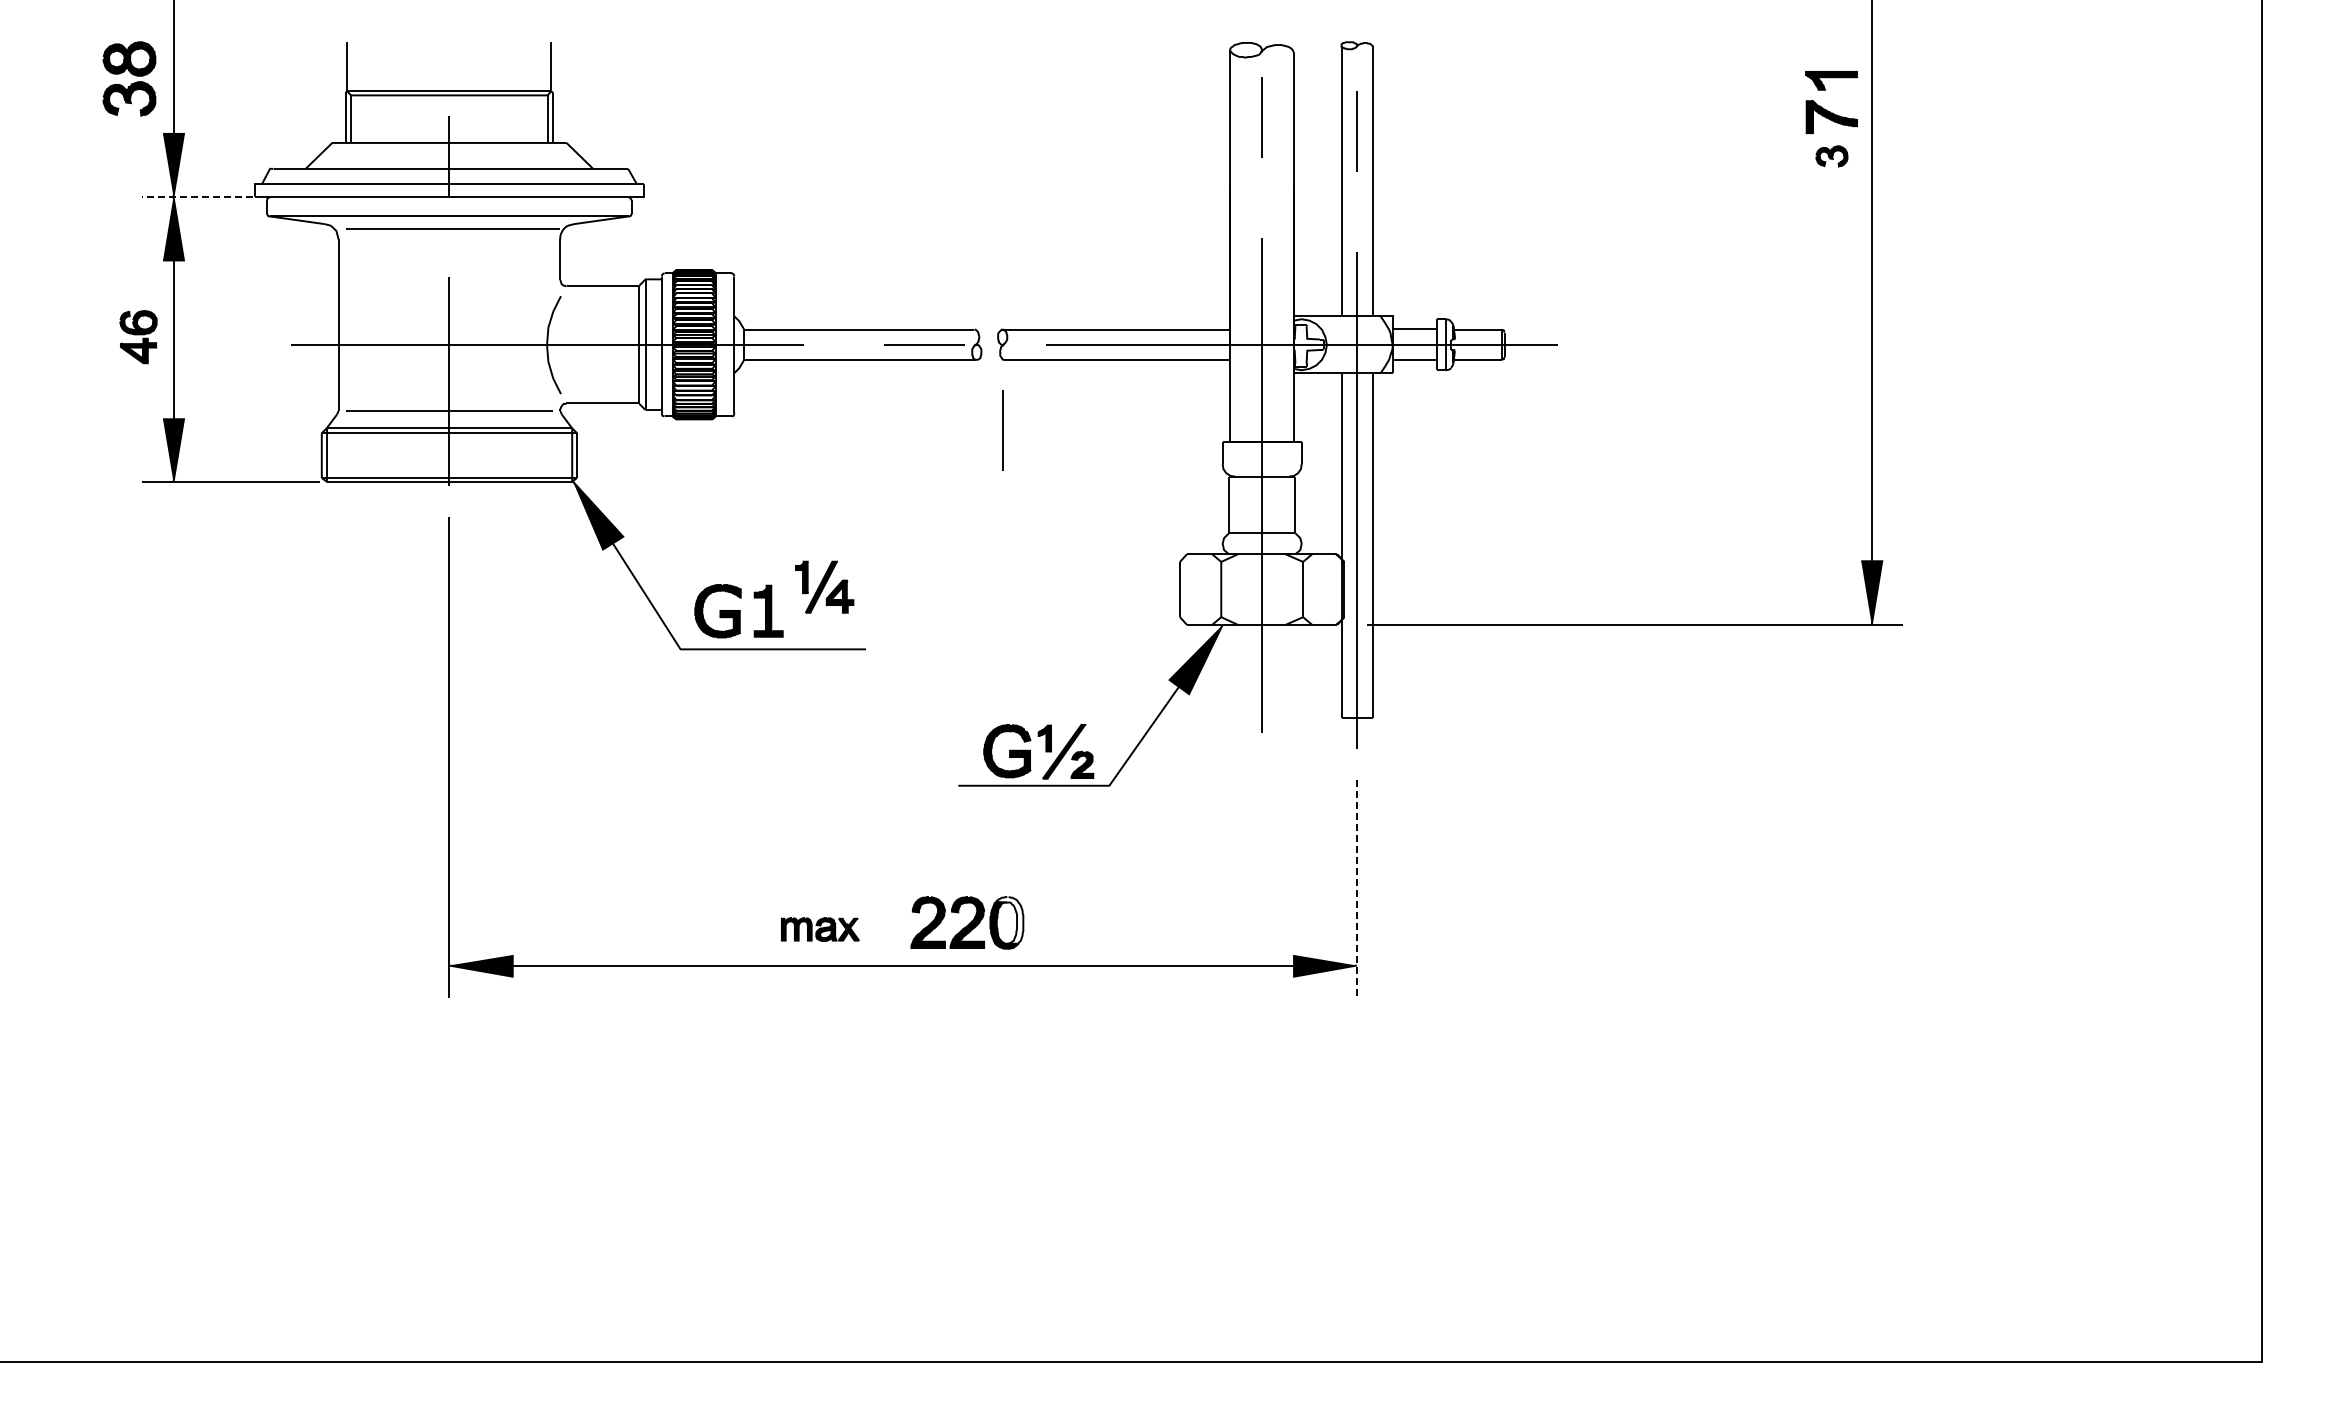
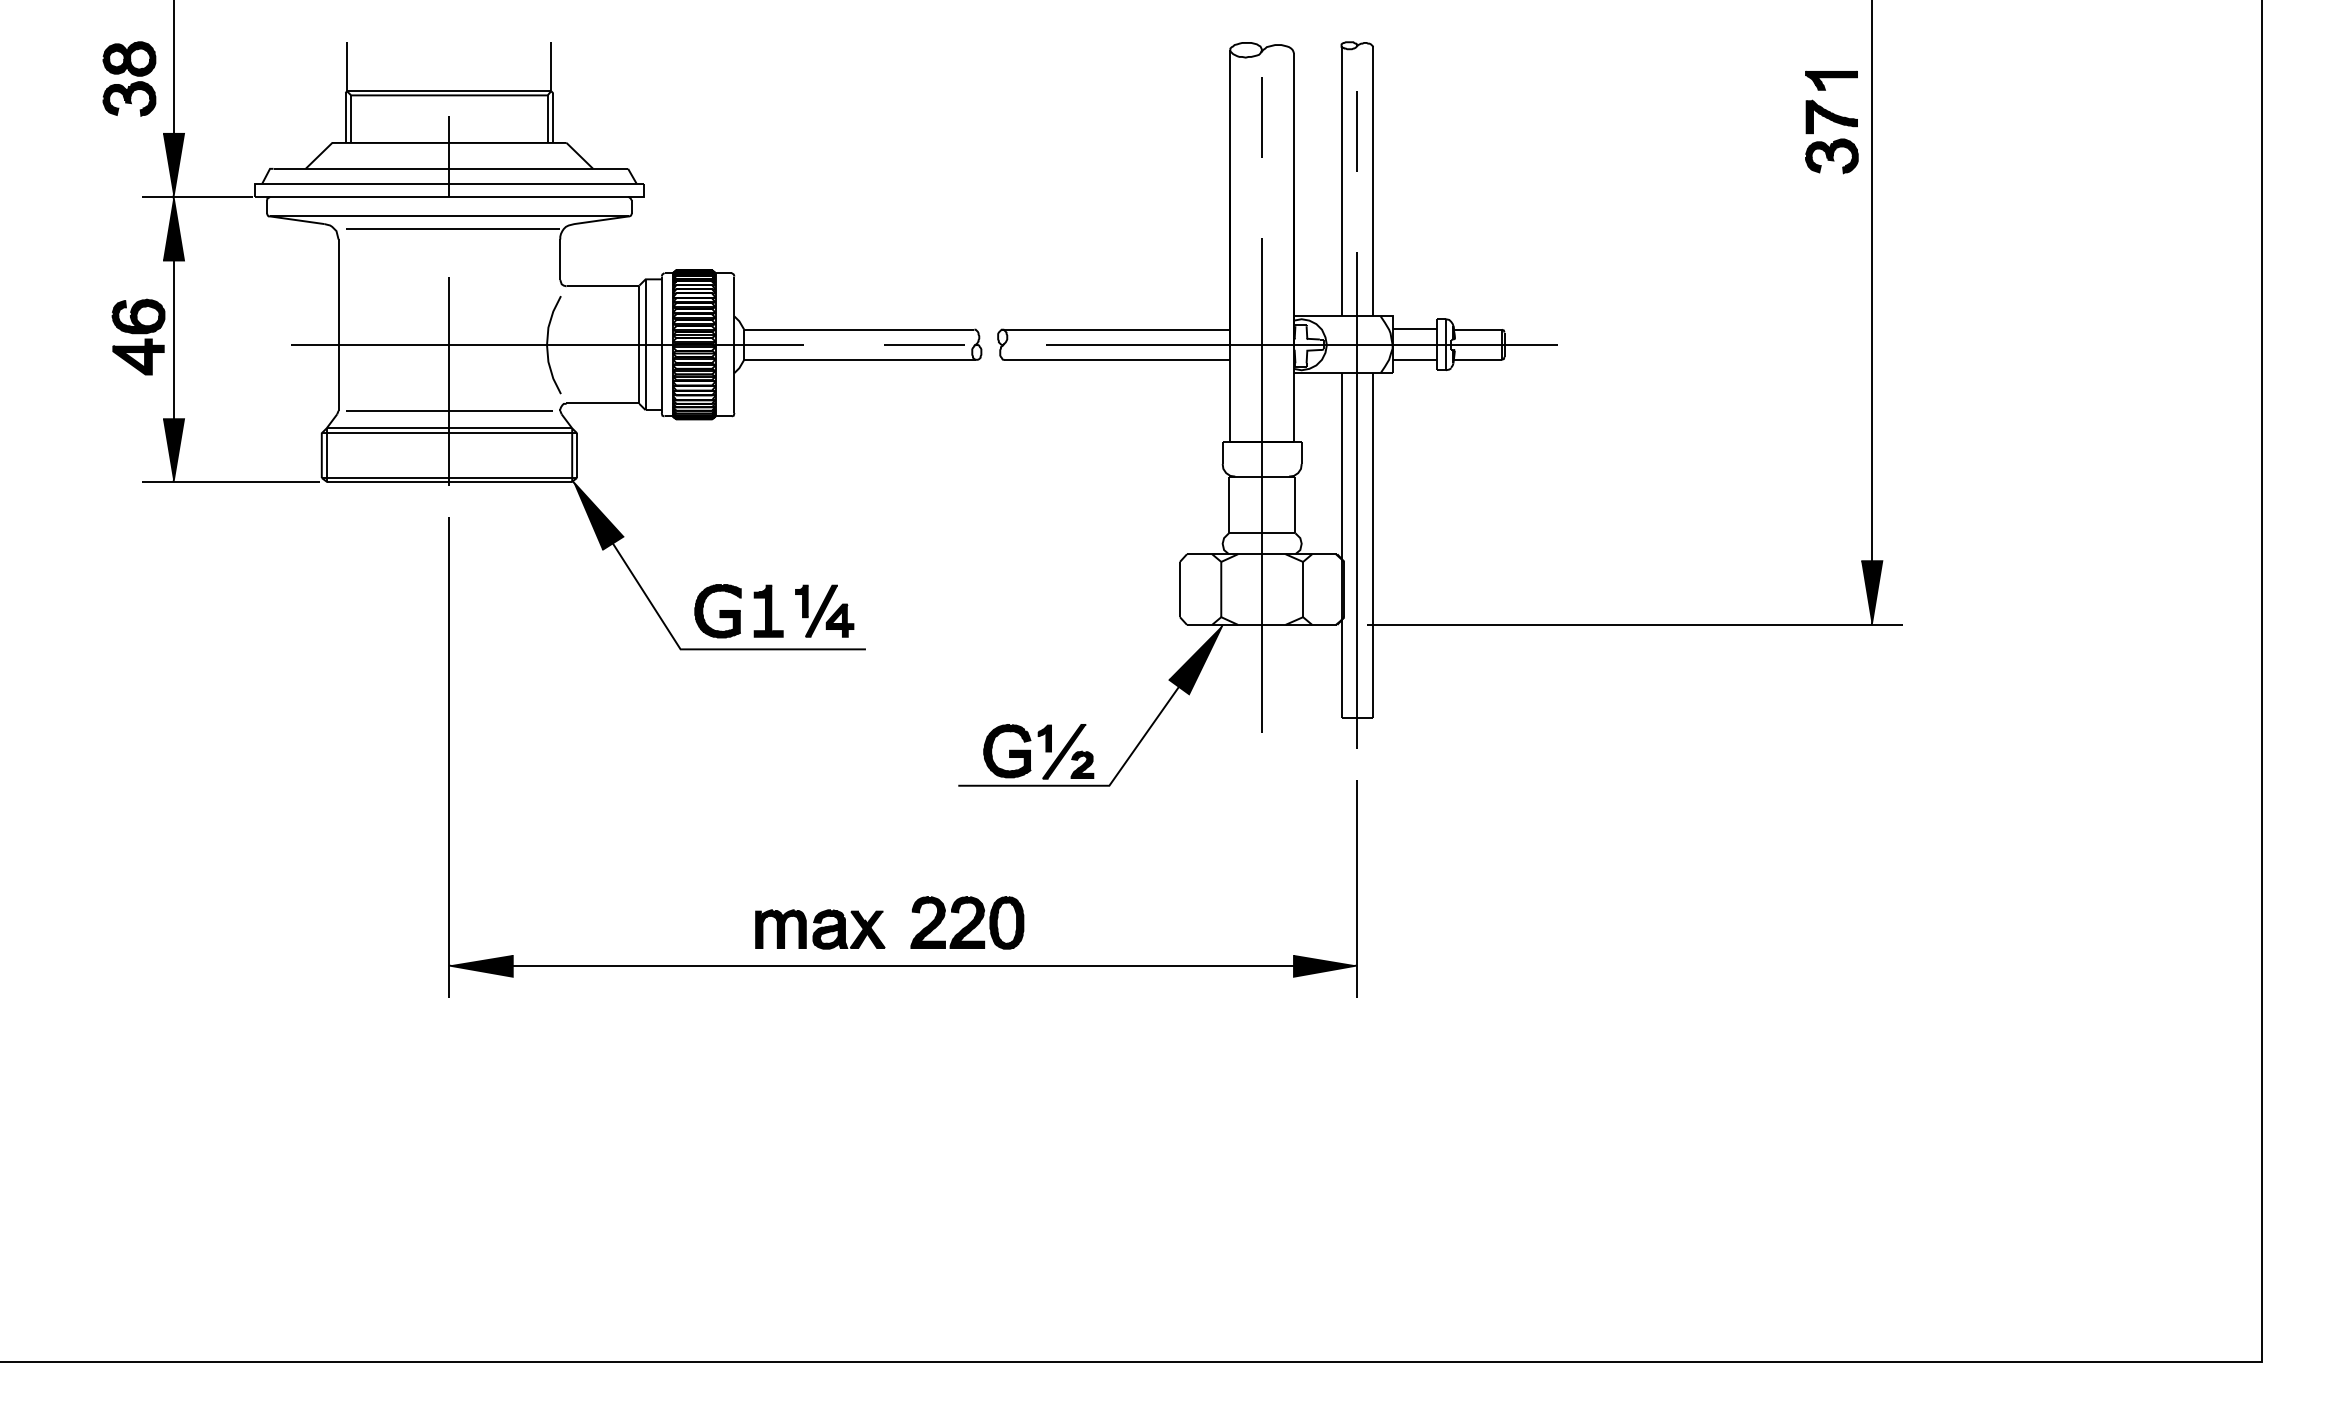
part at (1831, 156) size: 34x23 px -> 54x37 px
line at (196, 196): dashed -> solid
part at (138, 337) size: 39x55 px -> 55x78 px
line at (1002, 430): present -> none
part at (824, 586) position: (824, 586) -> (824, 610)
line at (1356, 888): dashed -> solid
fill at (1009, 919): none -> present
part at (820, 929) size: 79x25 px -> 131x41 px
